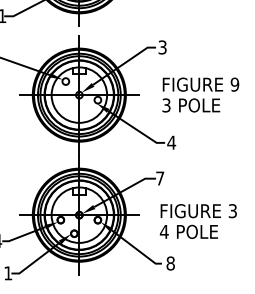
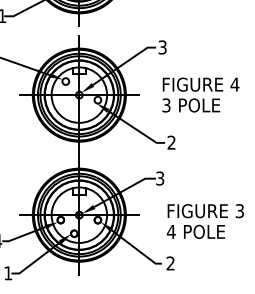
text at (234, 84): 9 -> 4
text at (171, 142): 4 -> 2
text at (160, 178): 7 -> 3
text at (197, 221) position: (197, 221) -> (204, 221)
text at (170, 263): 8 -> 2
